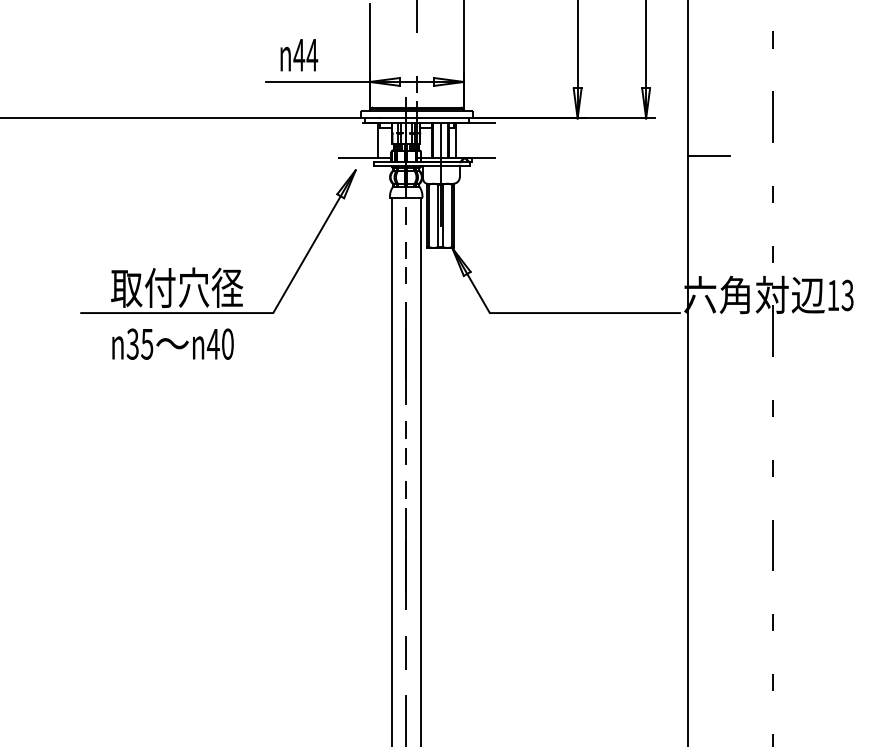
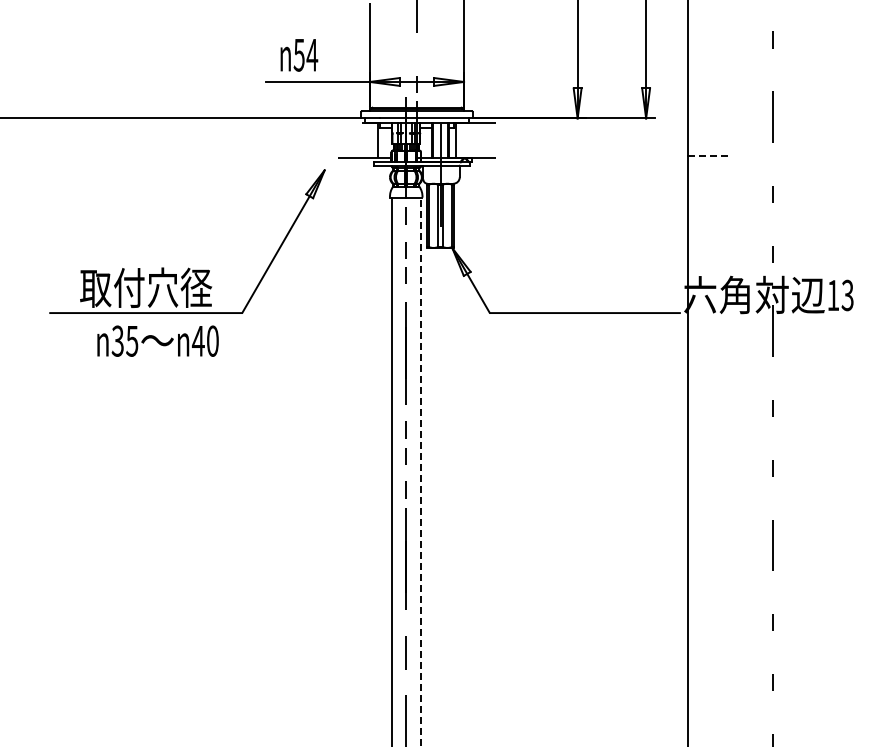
text at (299, 55): n44 -> n54
line at (709, 155): solid -> dashed
part at (219, 267) position: (219, 267) -> (188, 267)
text at (172, 343) position: (172, 343) -> (157, 340)
line at (420, 471): solid -> dashed
